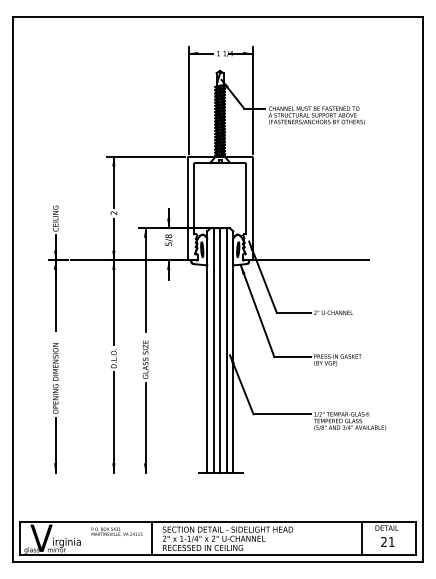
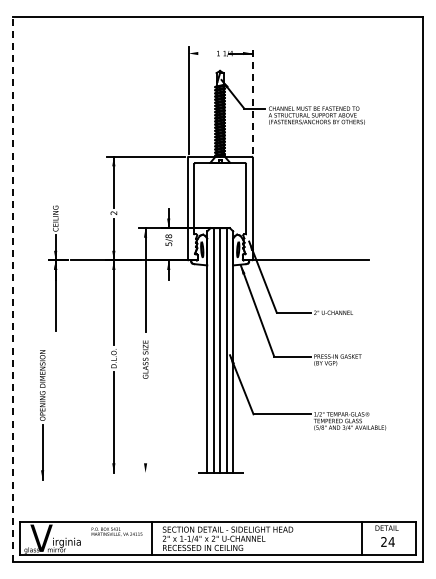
line at (200, 53): present -> none
line at (252, 100): solid -> dashed
line at (13, 289): solid -> dashed
part at (55, 408) position: (55, 408) -> (42, 415)
line at (145, 427): present -> none
text at (391, 541): 21 -> 24
